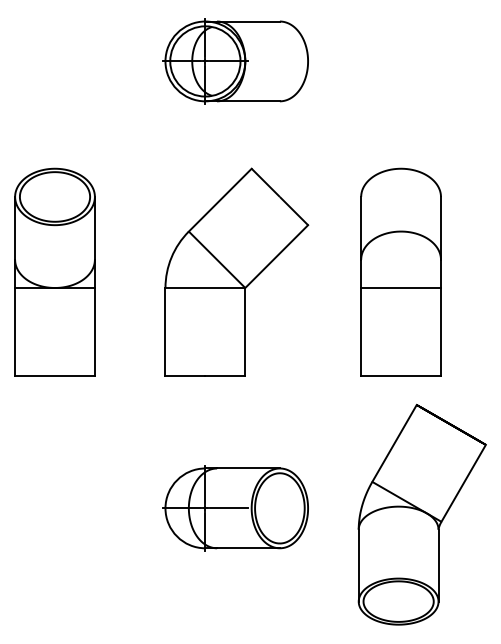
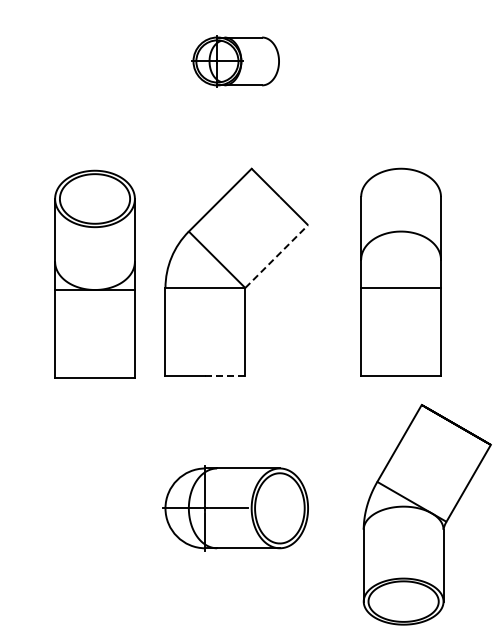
part at (235, 61) size: 147x87 px -> 89x53 px
line at (277, 256): solid -> dashed
part at (54, 271) position: (54, 271) -> (94, 273)
line at (225, 376): solid -> dashed
part at (421, 514) position: (421, 514) -> (426, 514)
